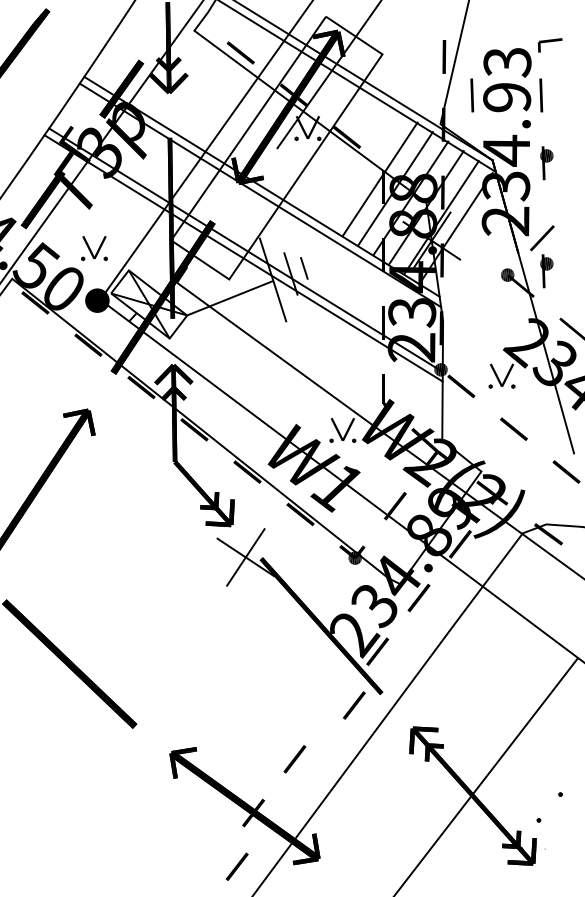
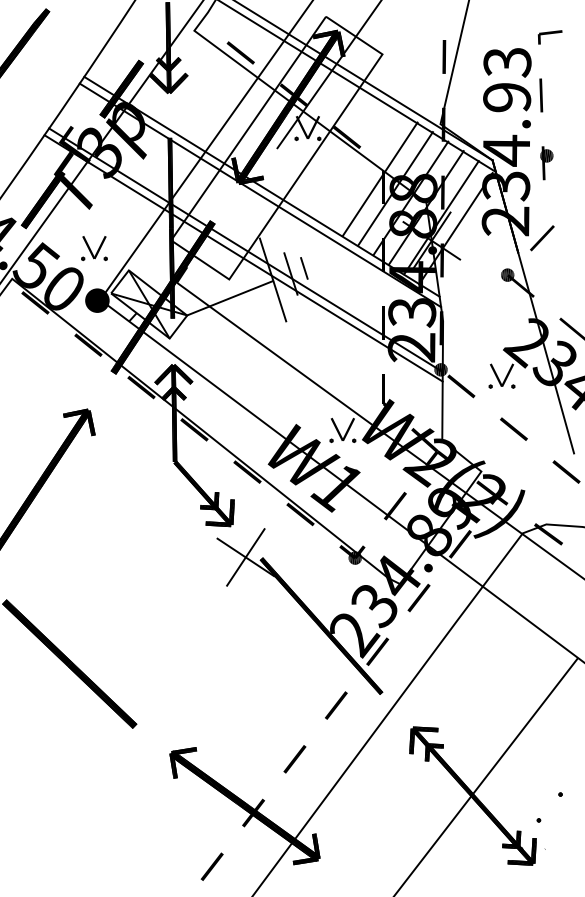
part at (550, 45) position: (550, 45) -> (550, 37)
line at (472, 95): present -> none
part at (546, 271): present -> none
line at (354, 705) position: (354, 705) -> (336, 705)
line at (236, 866) position: (236, 866) -> (211, 866)
